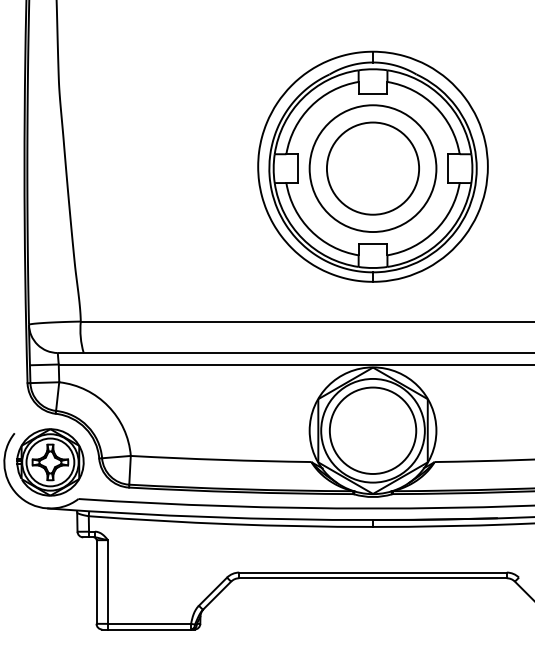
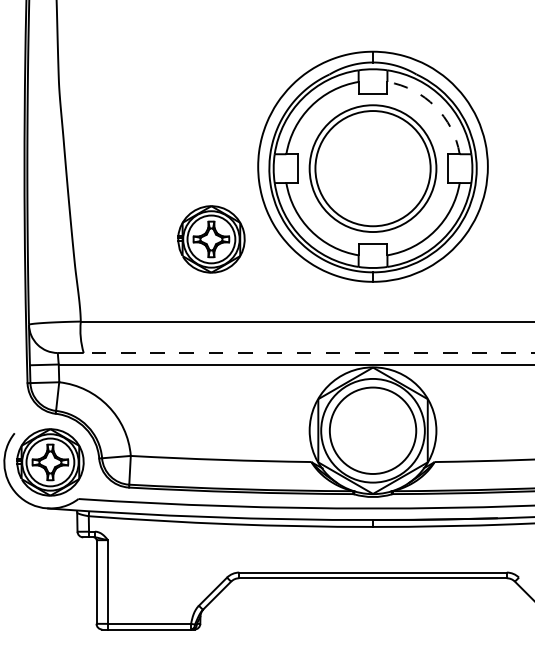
arc at (435, 106): solid -> dashed
circle at (372, 168) diameter: 92 px -> 115 px
part at (211, 239): none -> present
line at (308, 353): solid -> dashed
